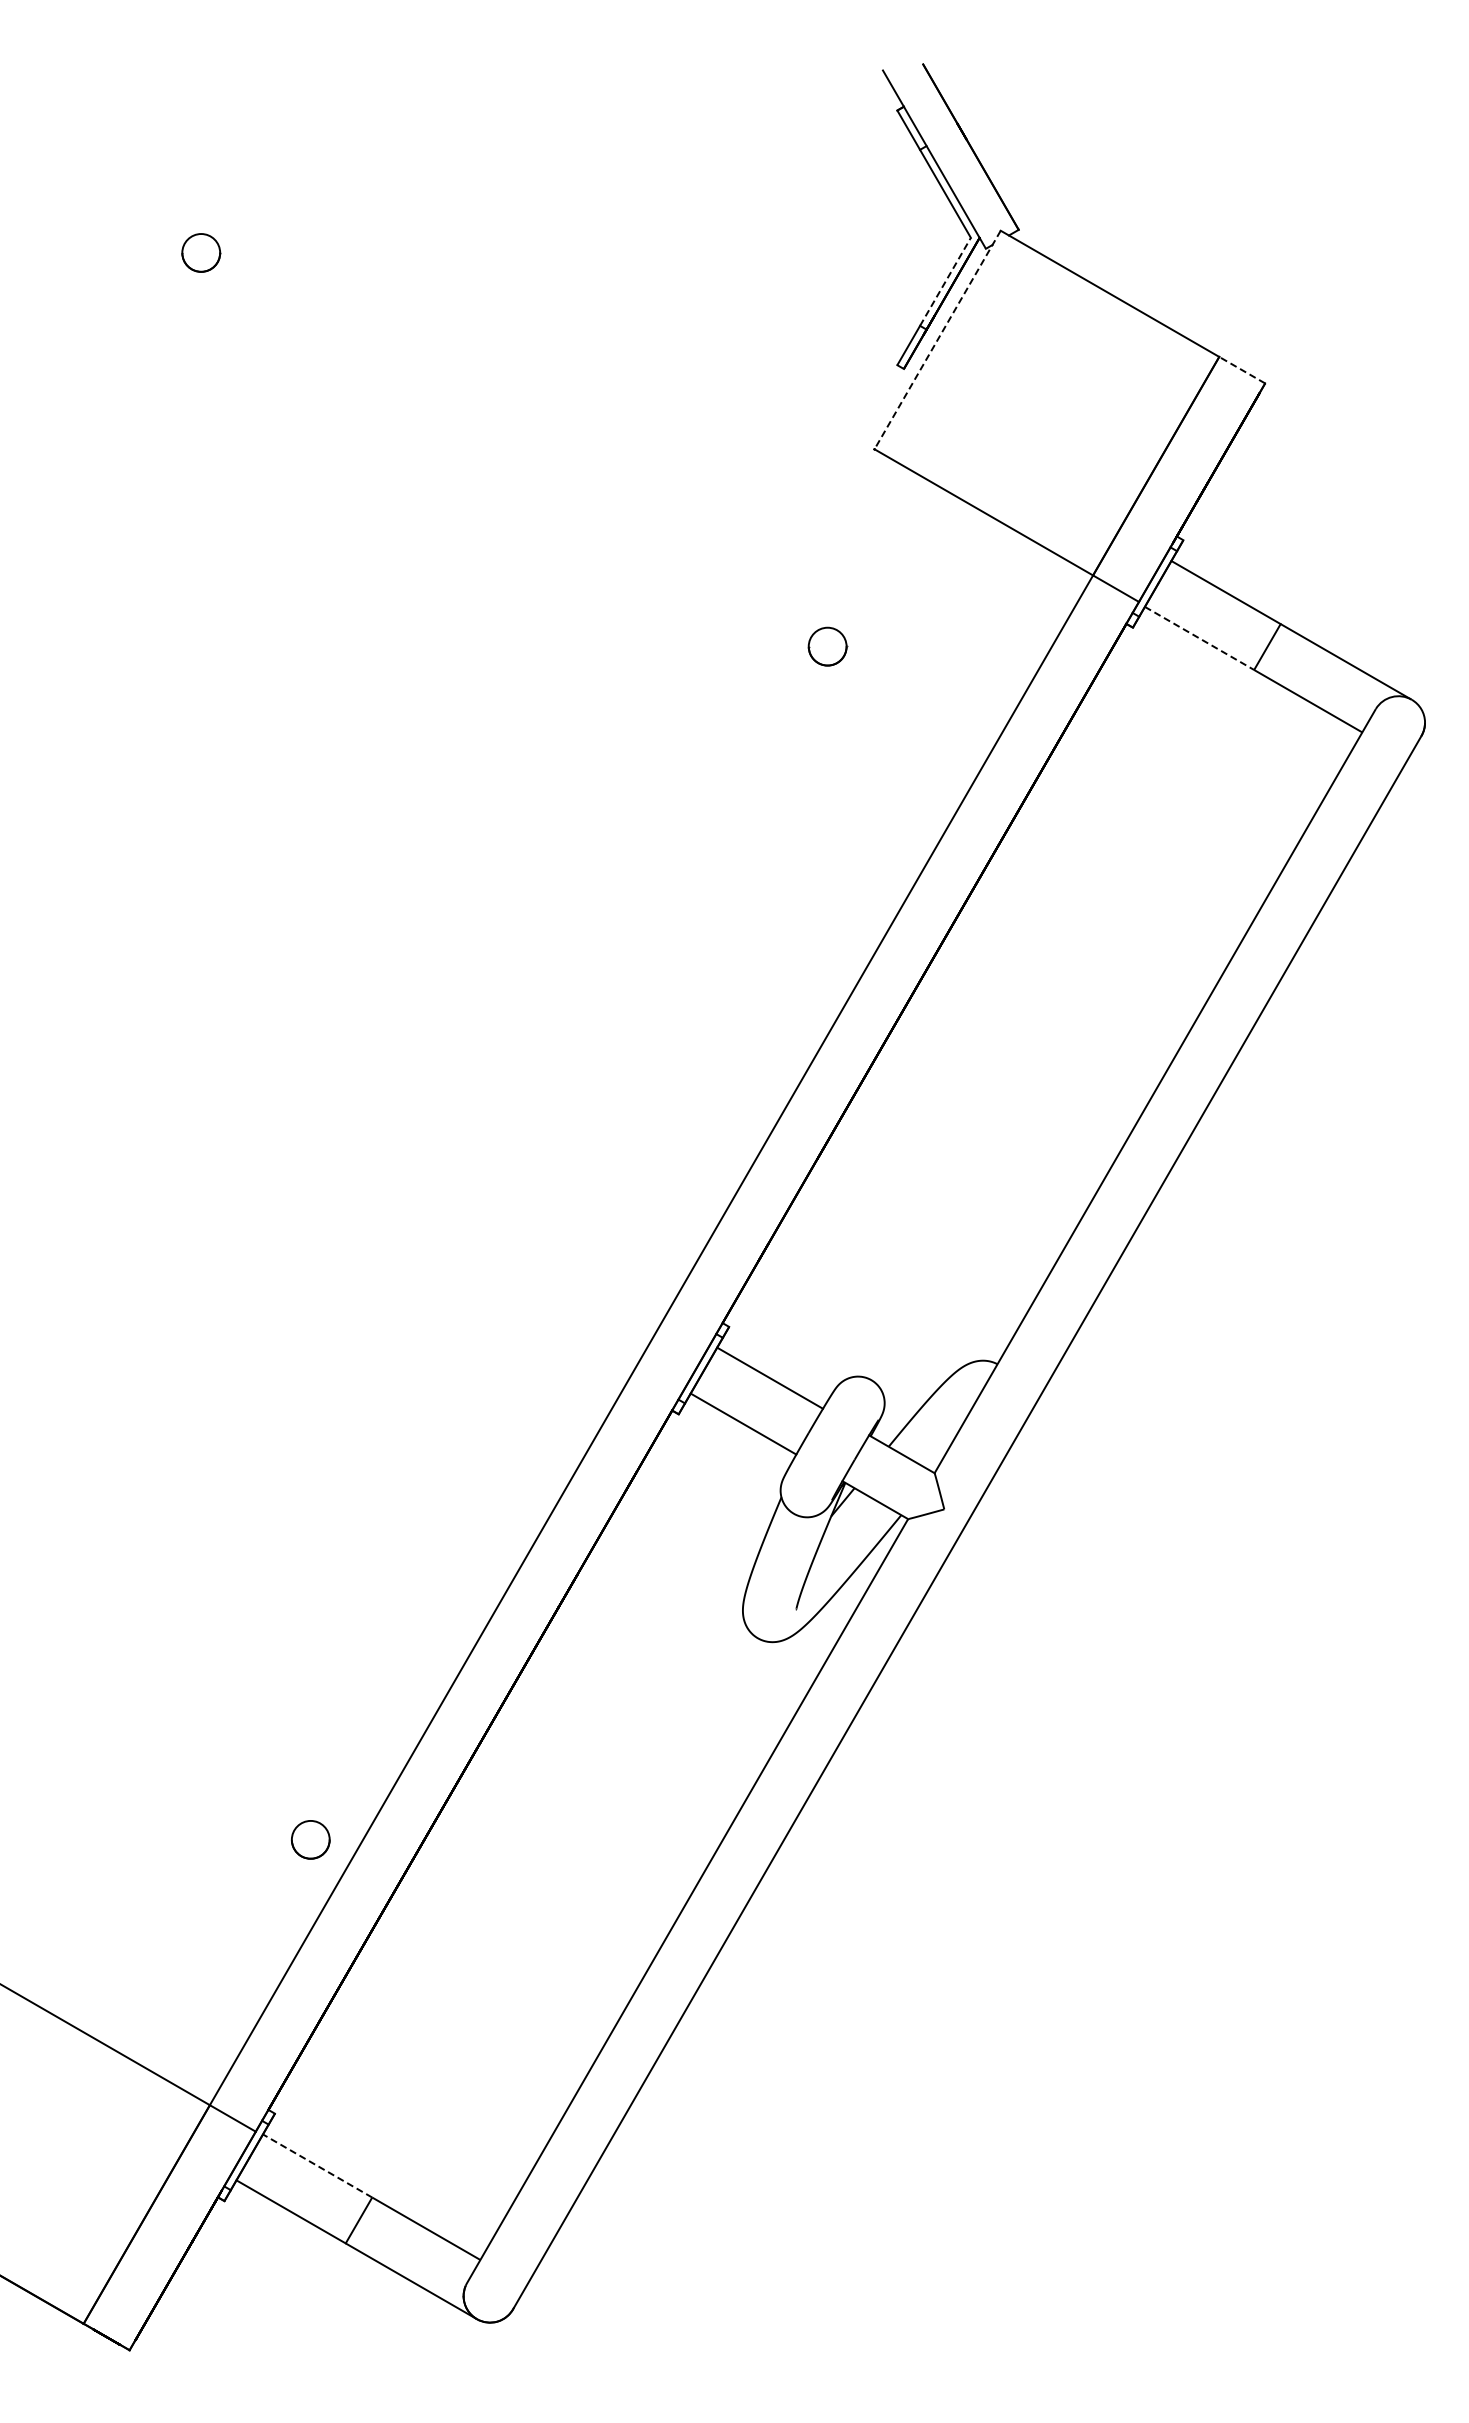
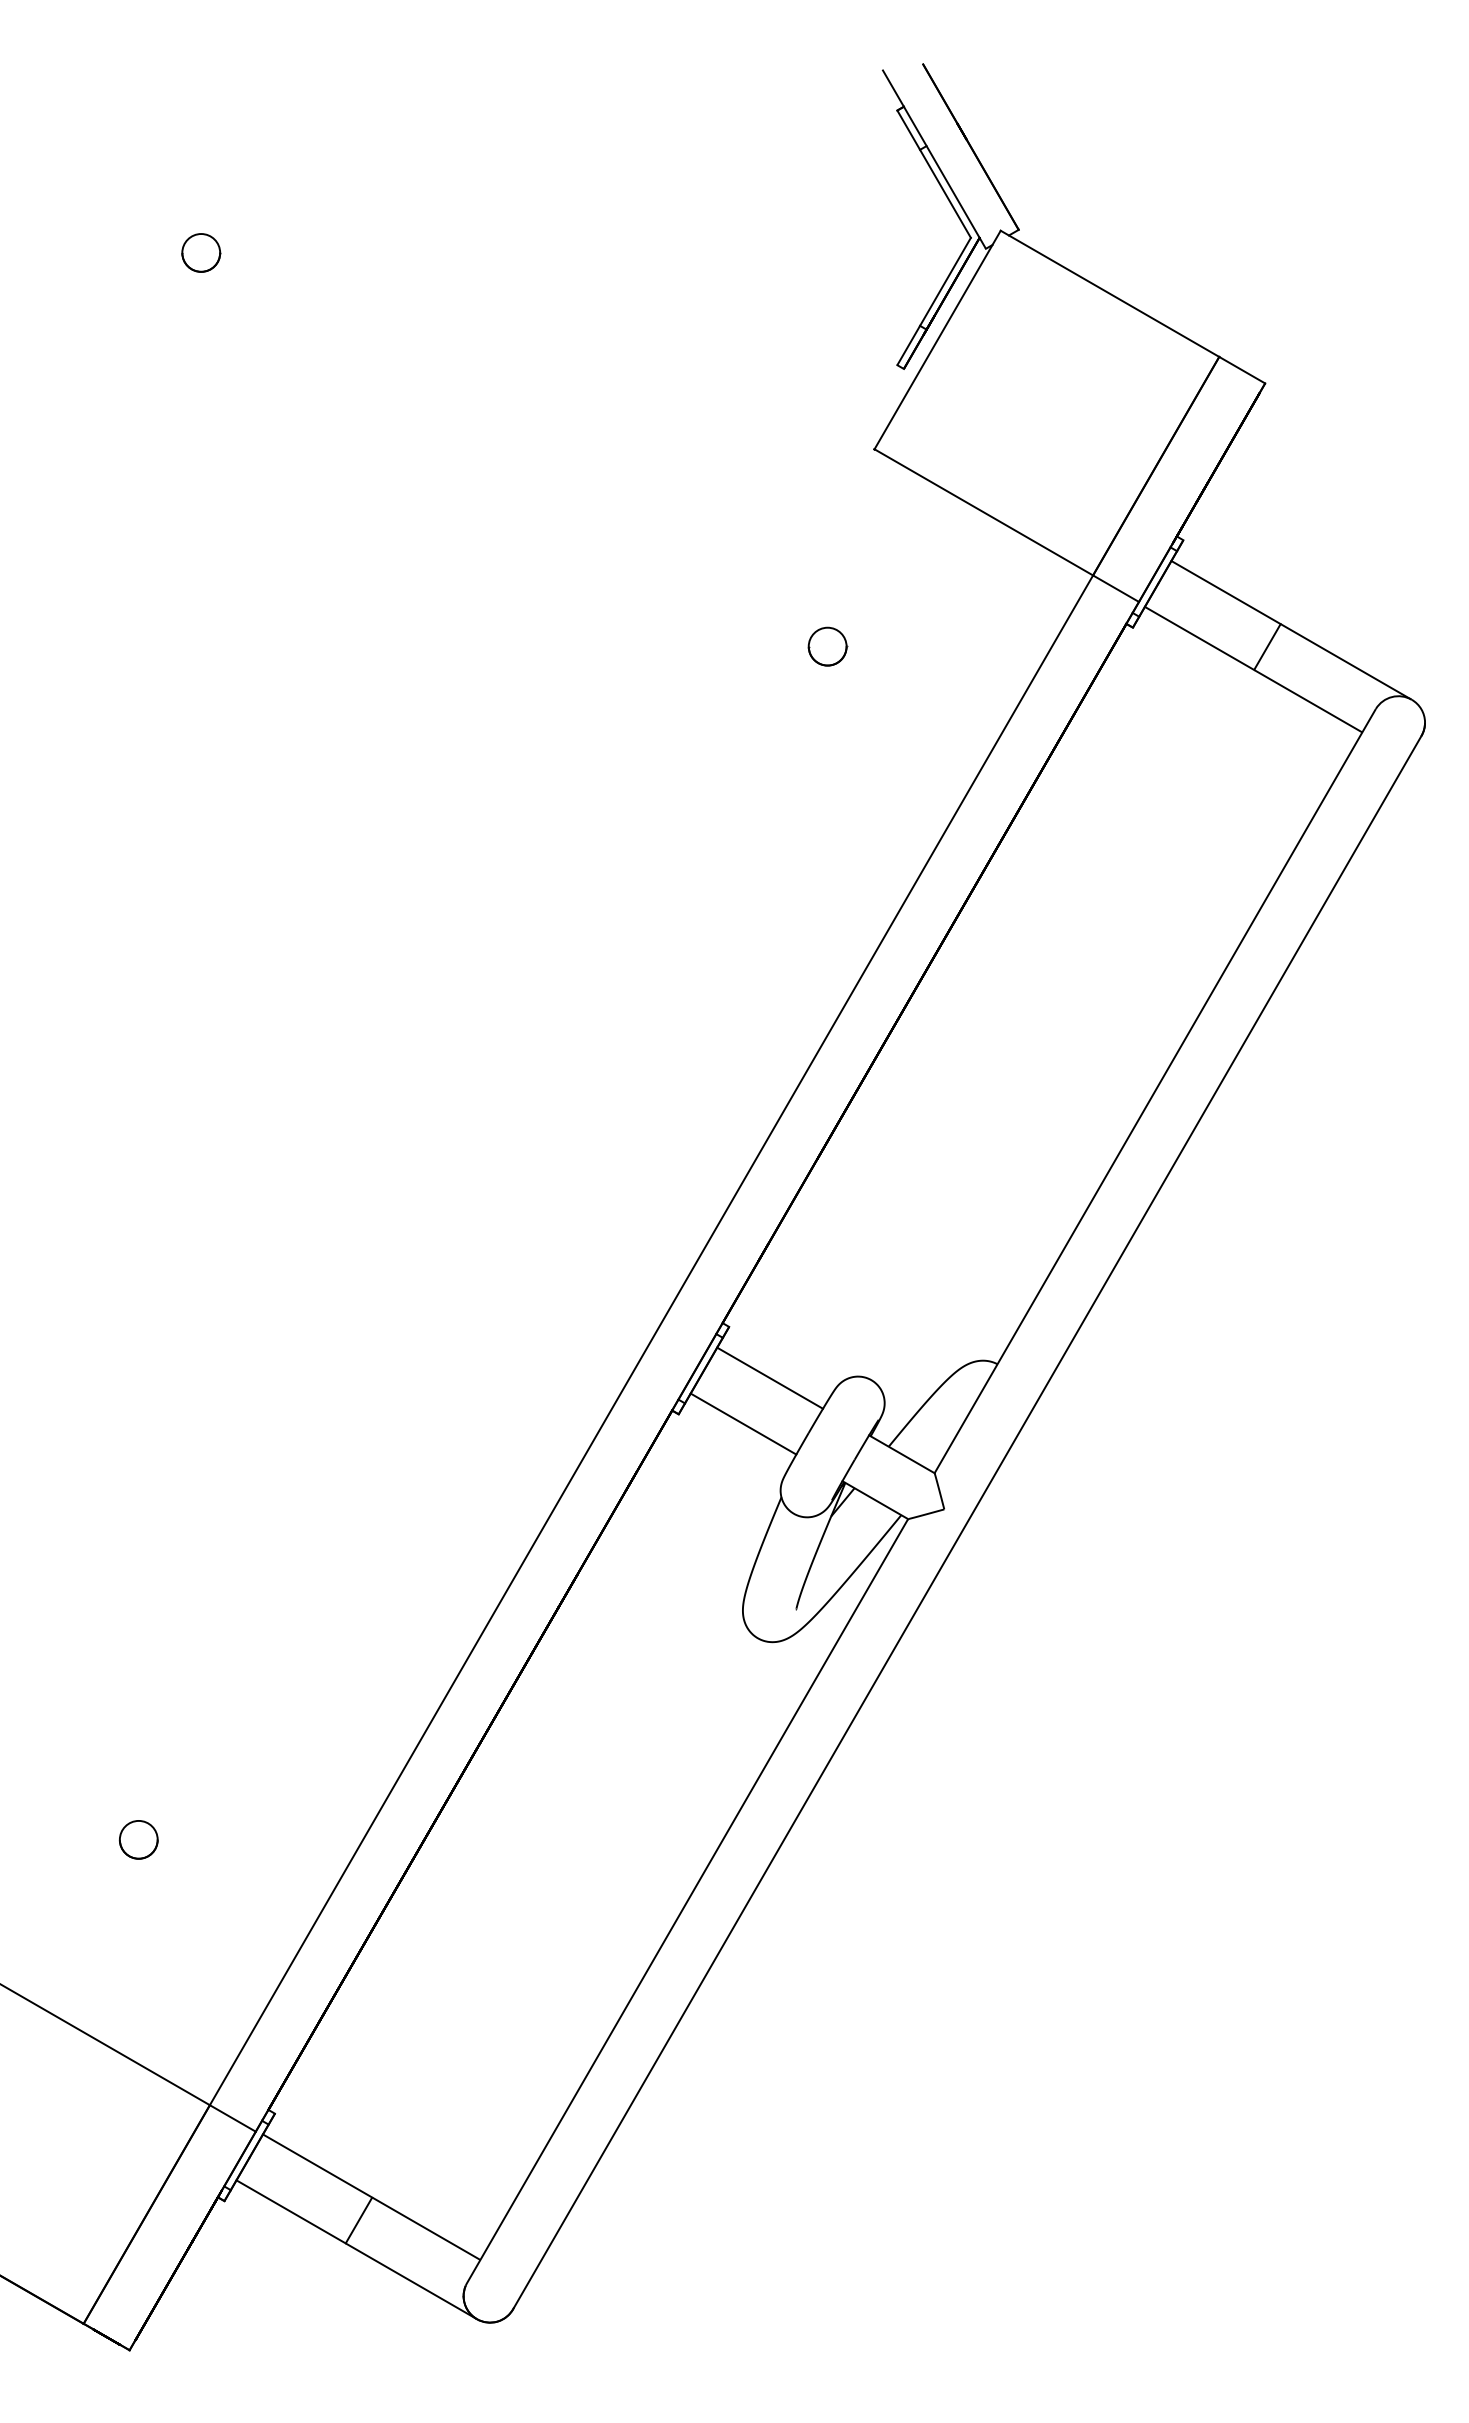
line at (945, 281): dashed -> solid
line at (937, 340): dashed -> solid
line at (1241, 369): dashed -> solid
line at (1199, 638): dashed -> solid
part at (310, 1839) position: (310, 1839) -> (138, 1839)
line at (317, 2165): dashed -> solid
